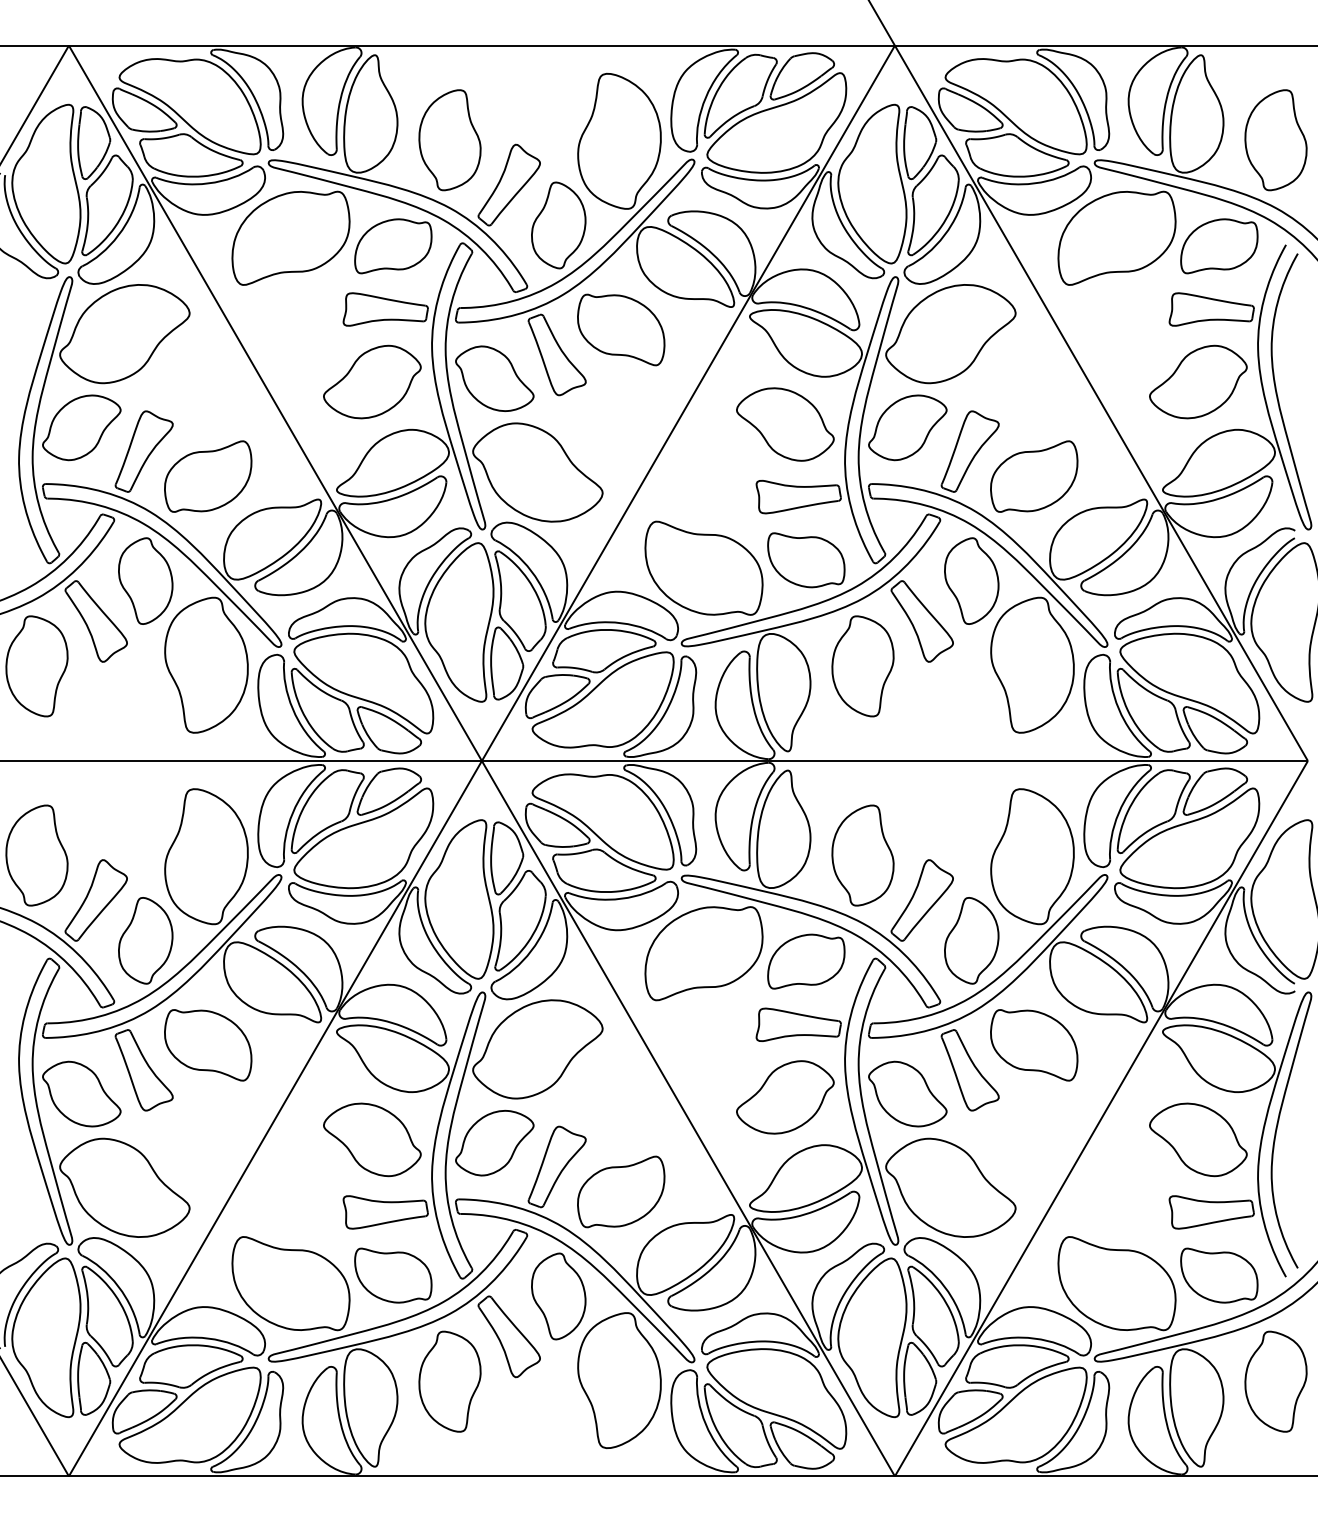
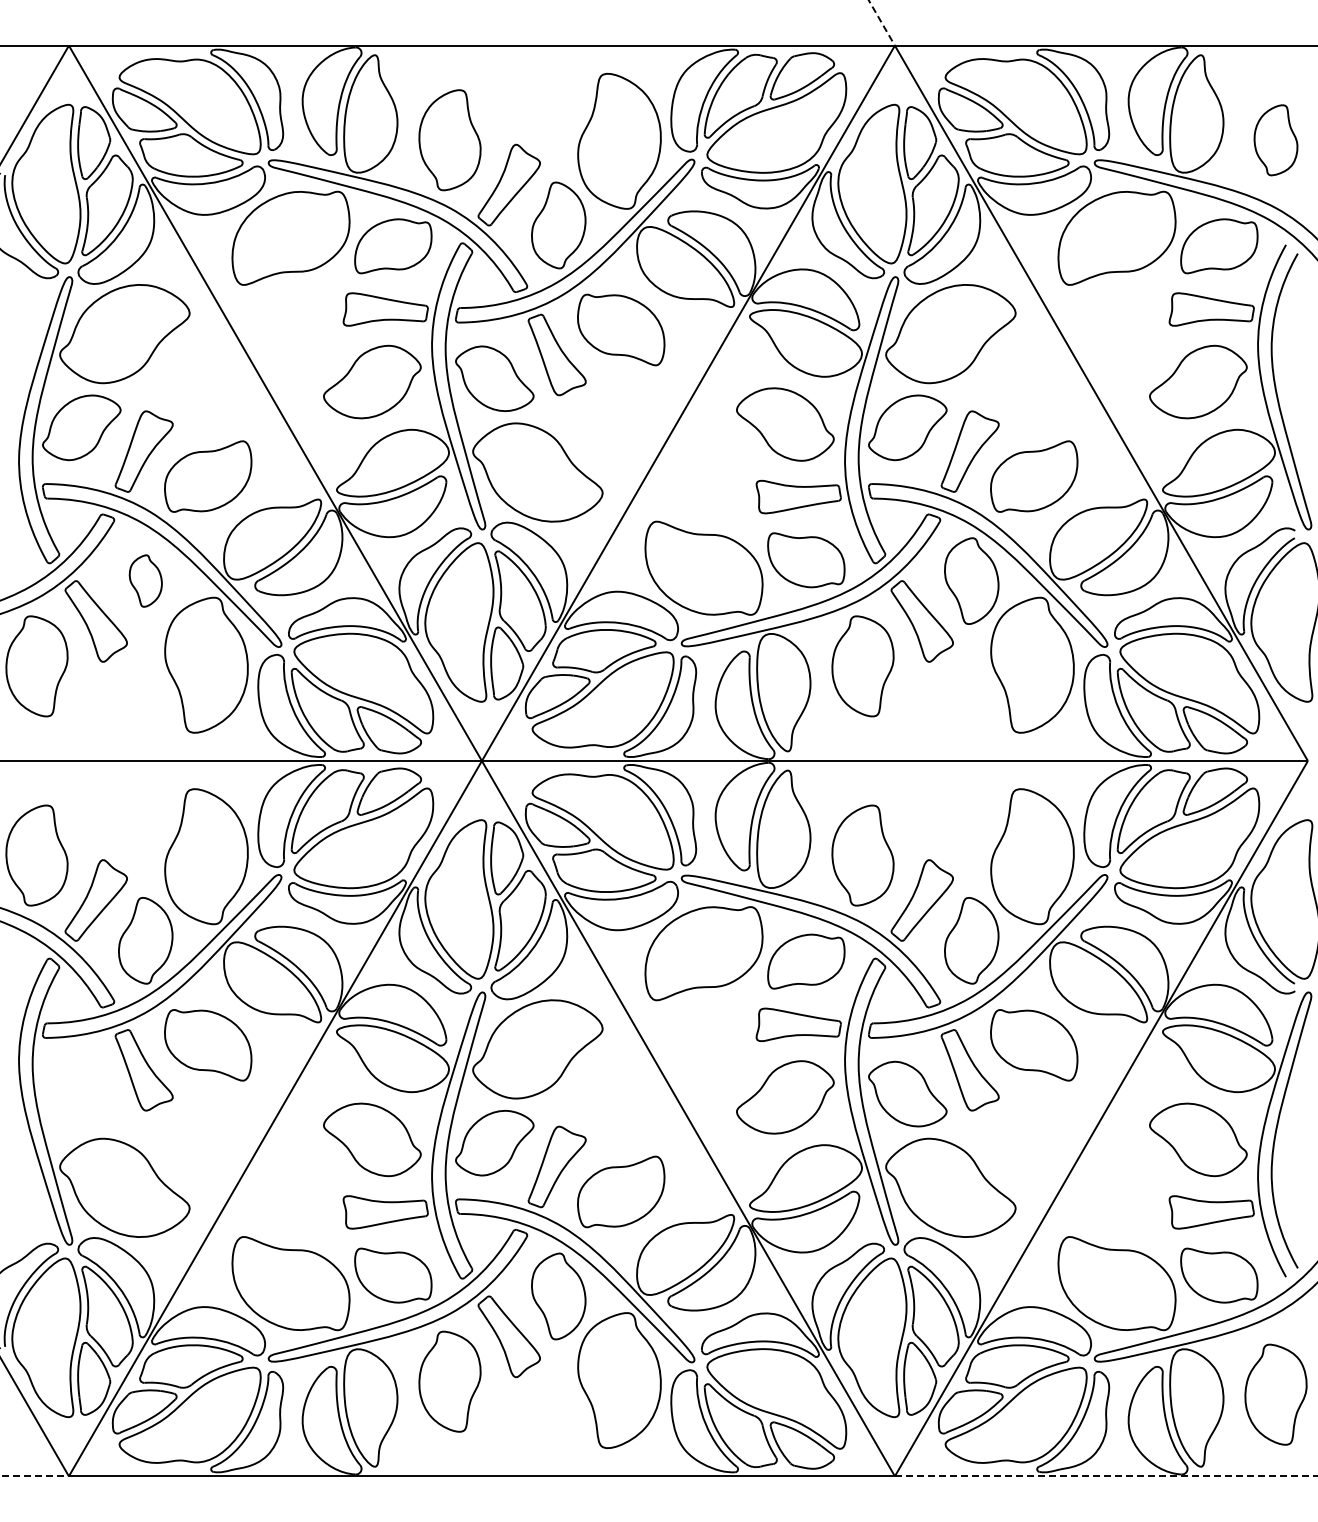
line at (881, 23): solid -> dashed
part at (1275, 140) size: 64x103 px -> 46x73 px
part at (145, 580) size: 56x88 px -> 35x54 px
part at (81, 1093): present -> none
part at (1275, 1381) position: (1275, 1381) -> (1275, 1394)
line at (34, 1476): solid -> dashed
line at (1106, 1476): solid -> dashed
